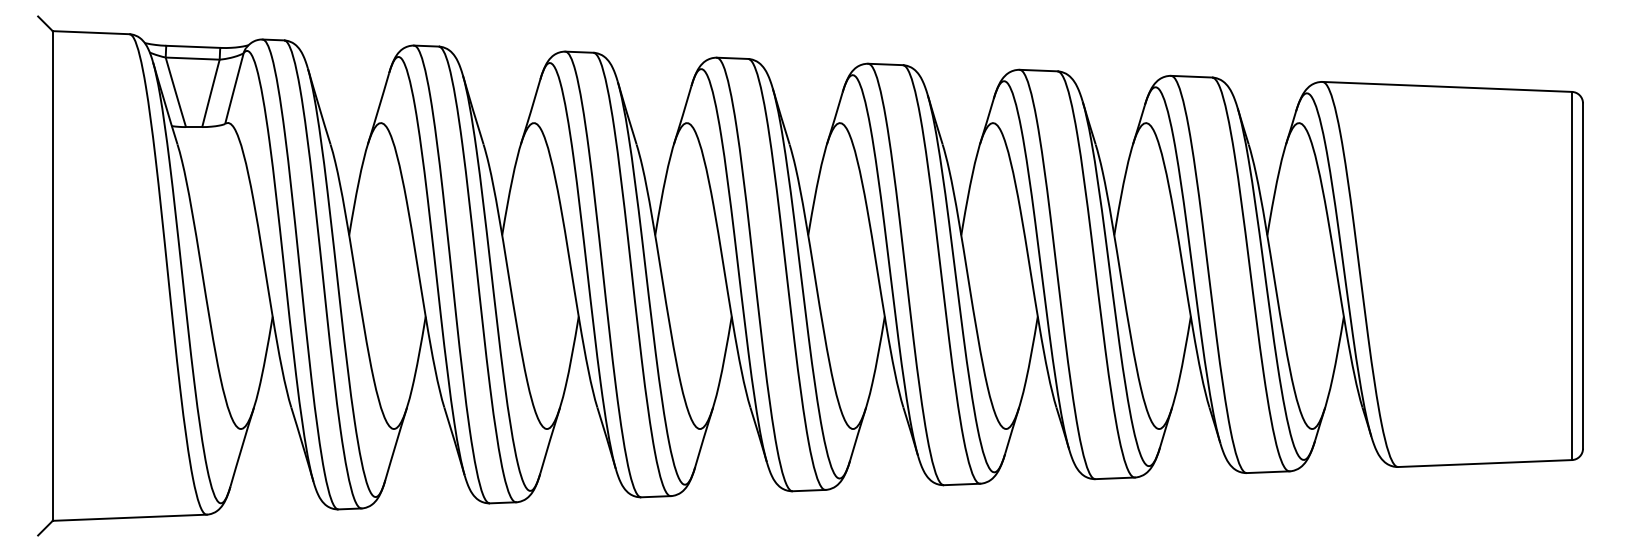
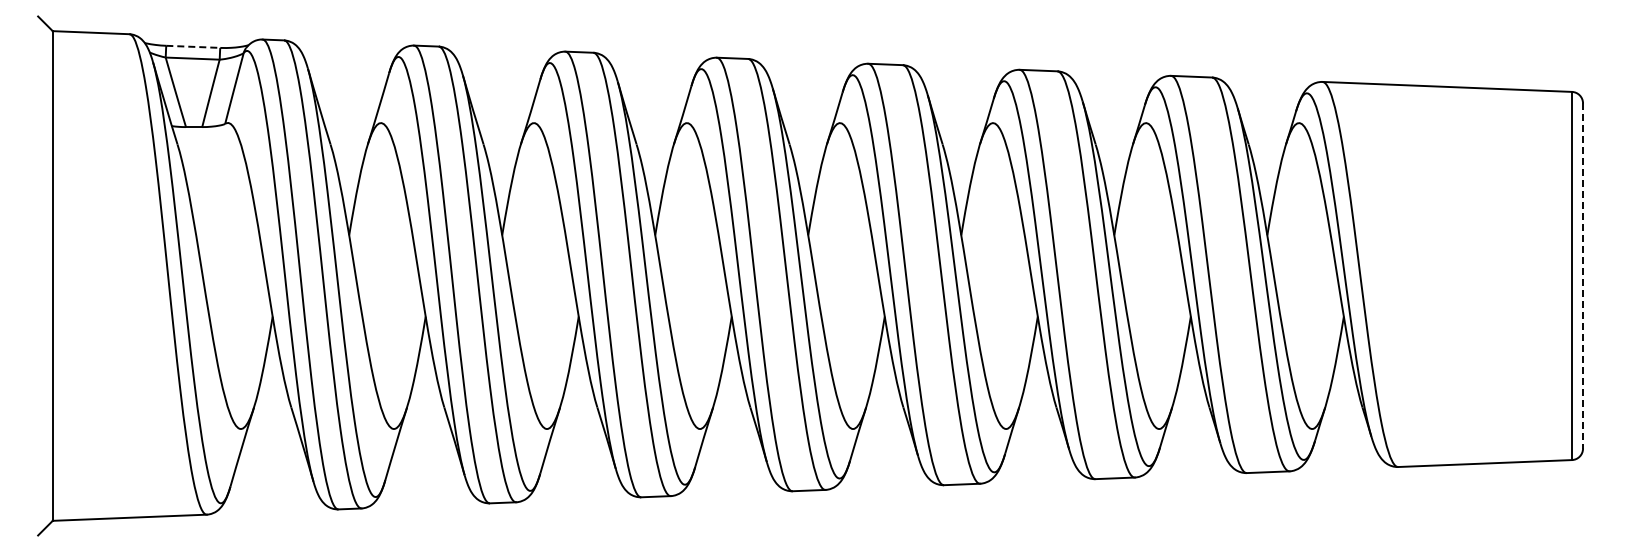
line at (193, 46): solid -> dashed
line at (1583, 275): solid -> dashed
